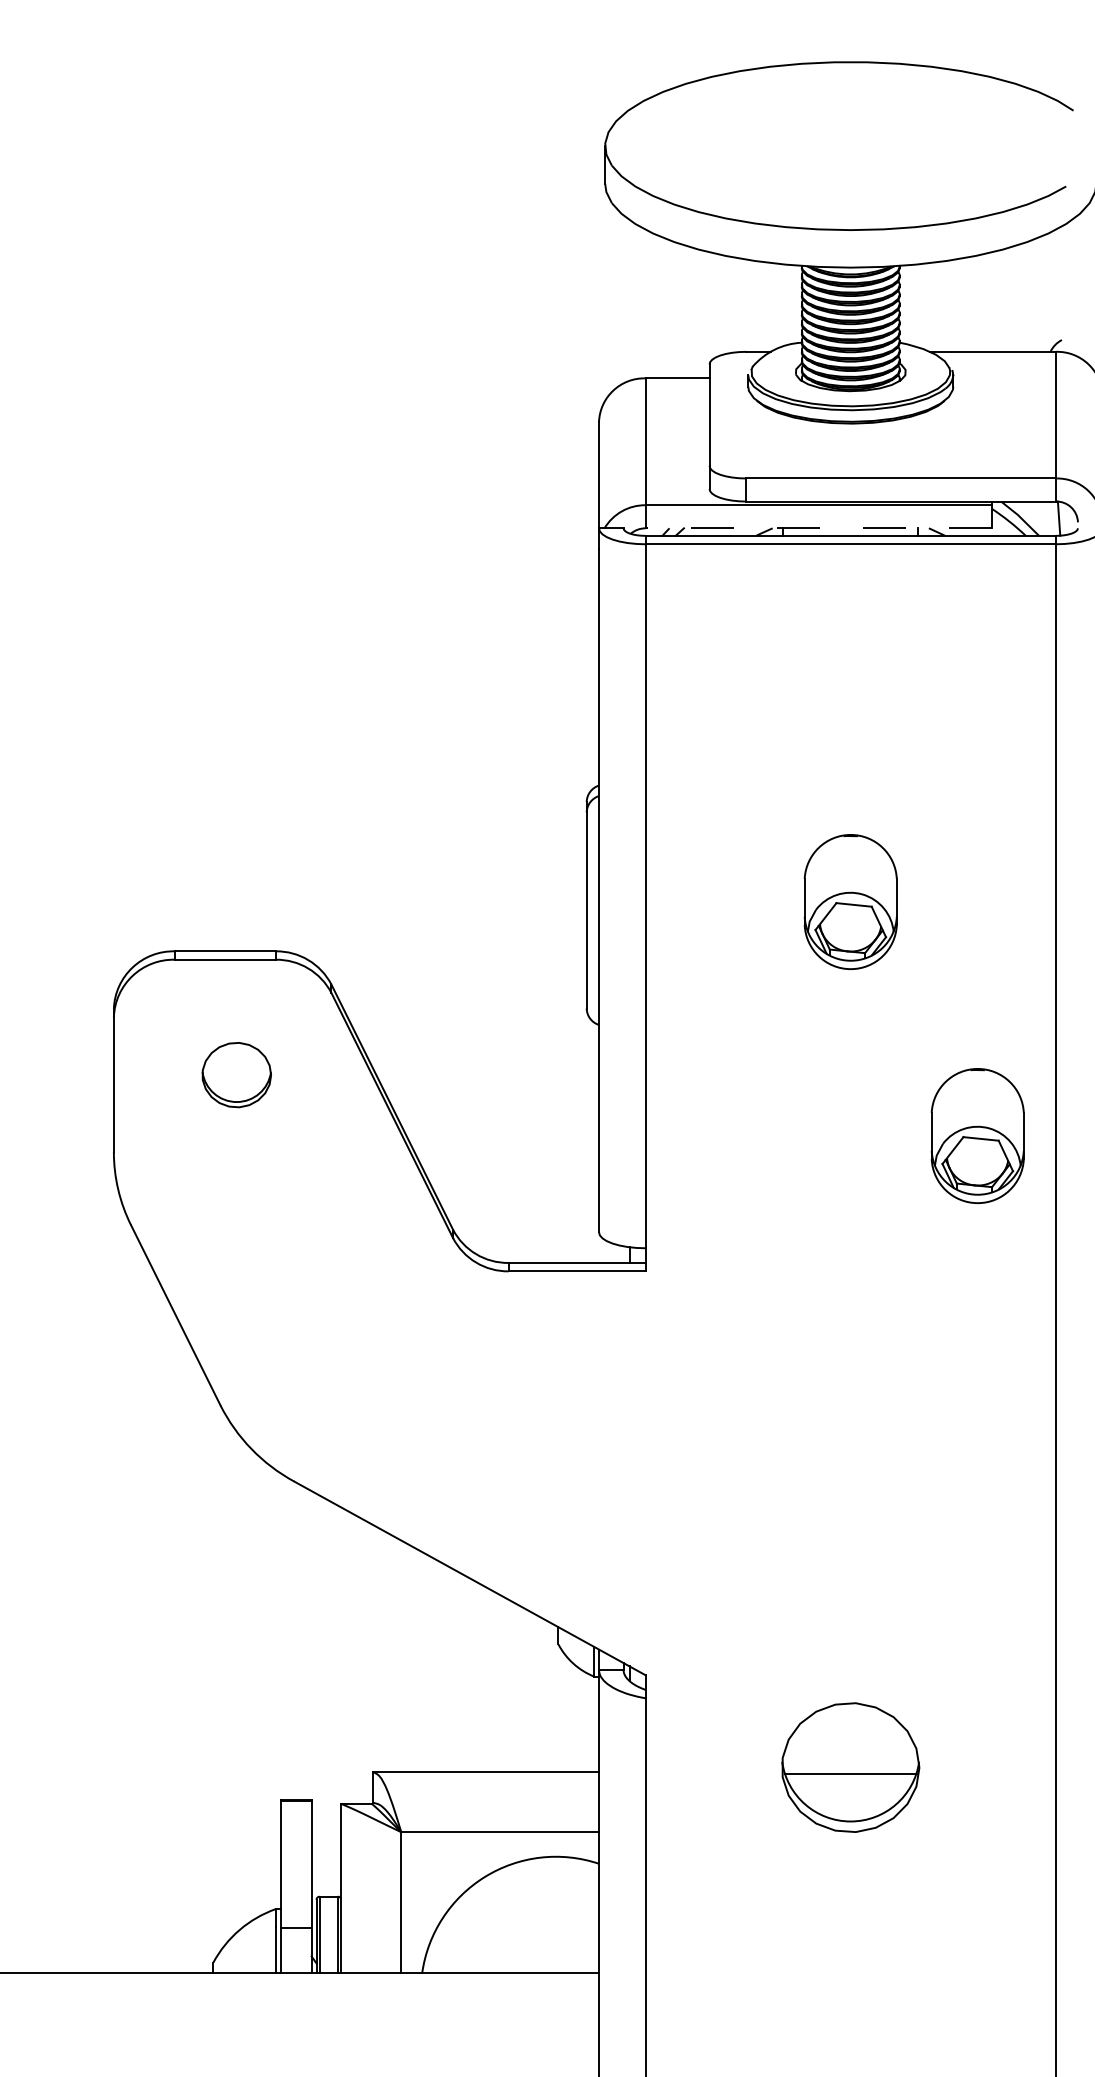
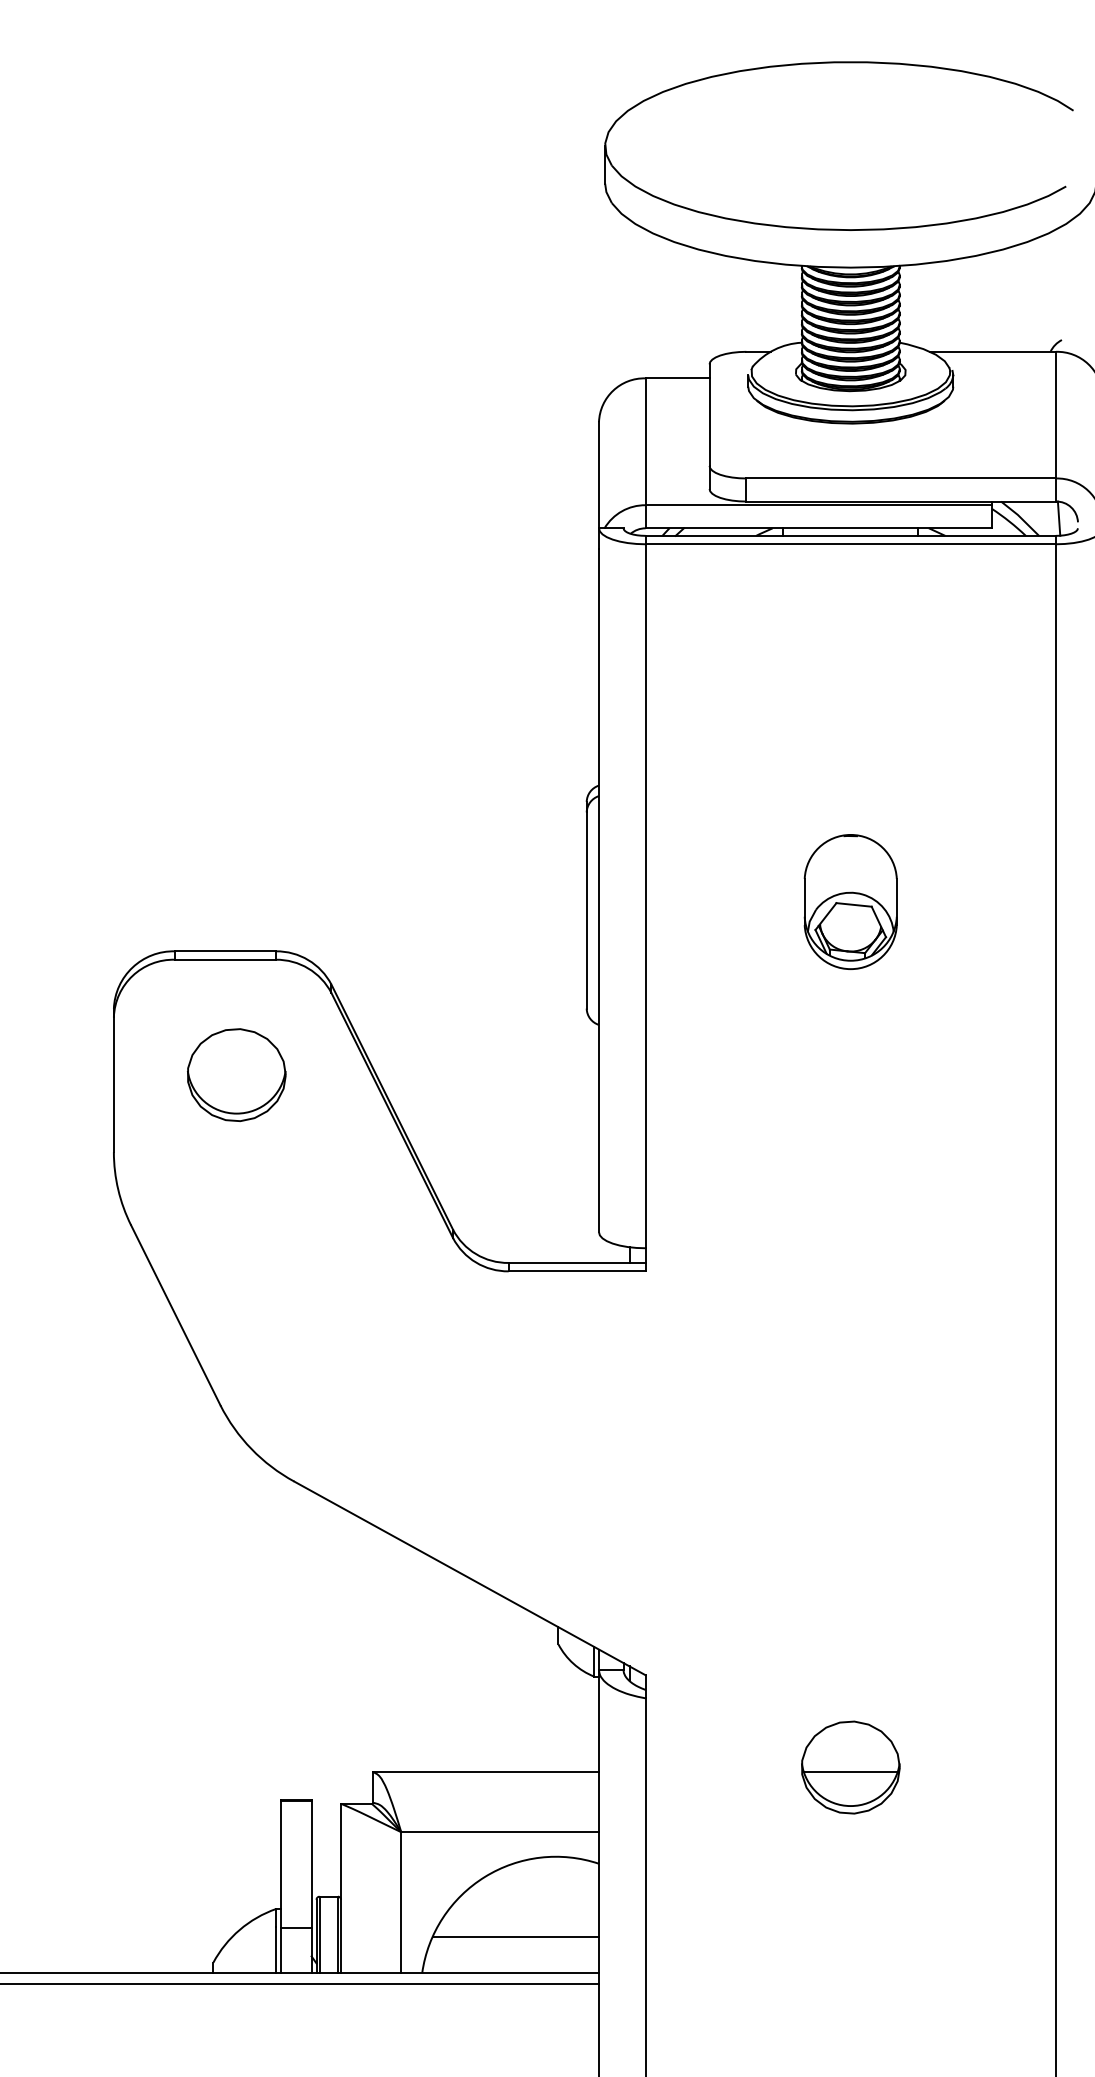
line at (818, 528): dashed -> solid
part at (236, 1075) size: 71x67 px -> 100x94 px
part at (977, 1135): present -> none
part at (850, 1767) size: 140x131 px -> 100x95 px
line at (515, 1936): none -> present
line at (300, 1983): none -> present
